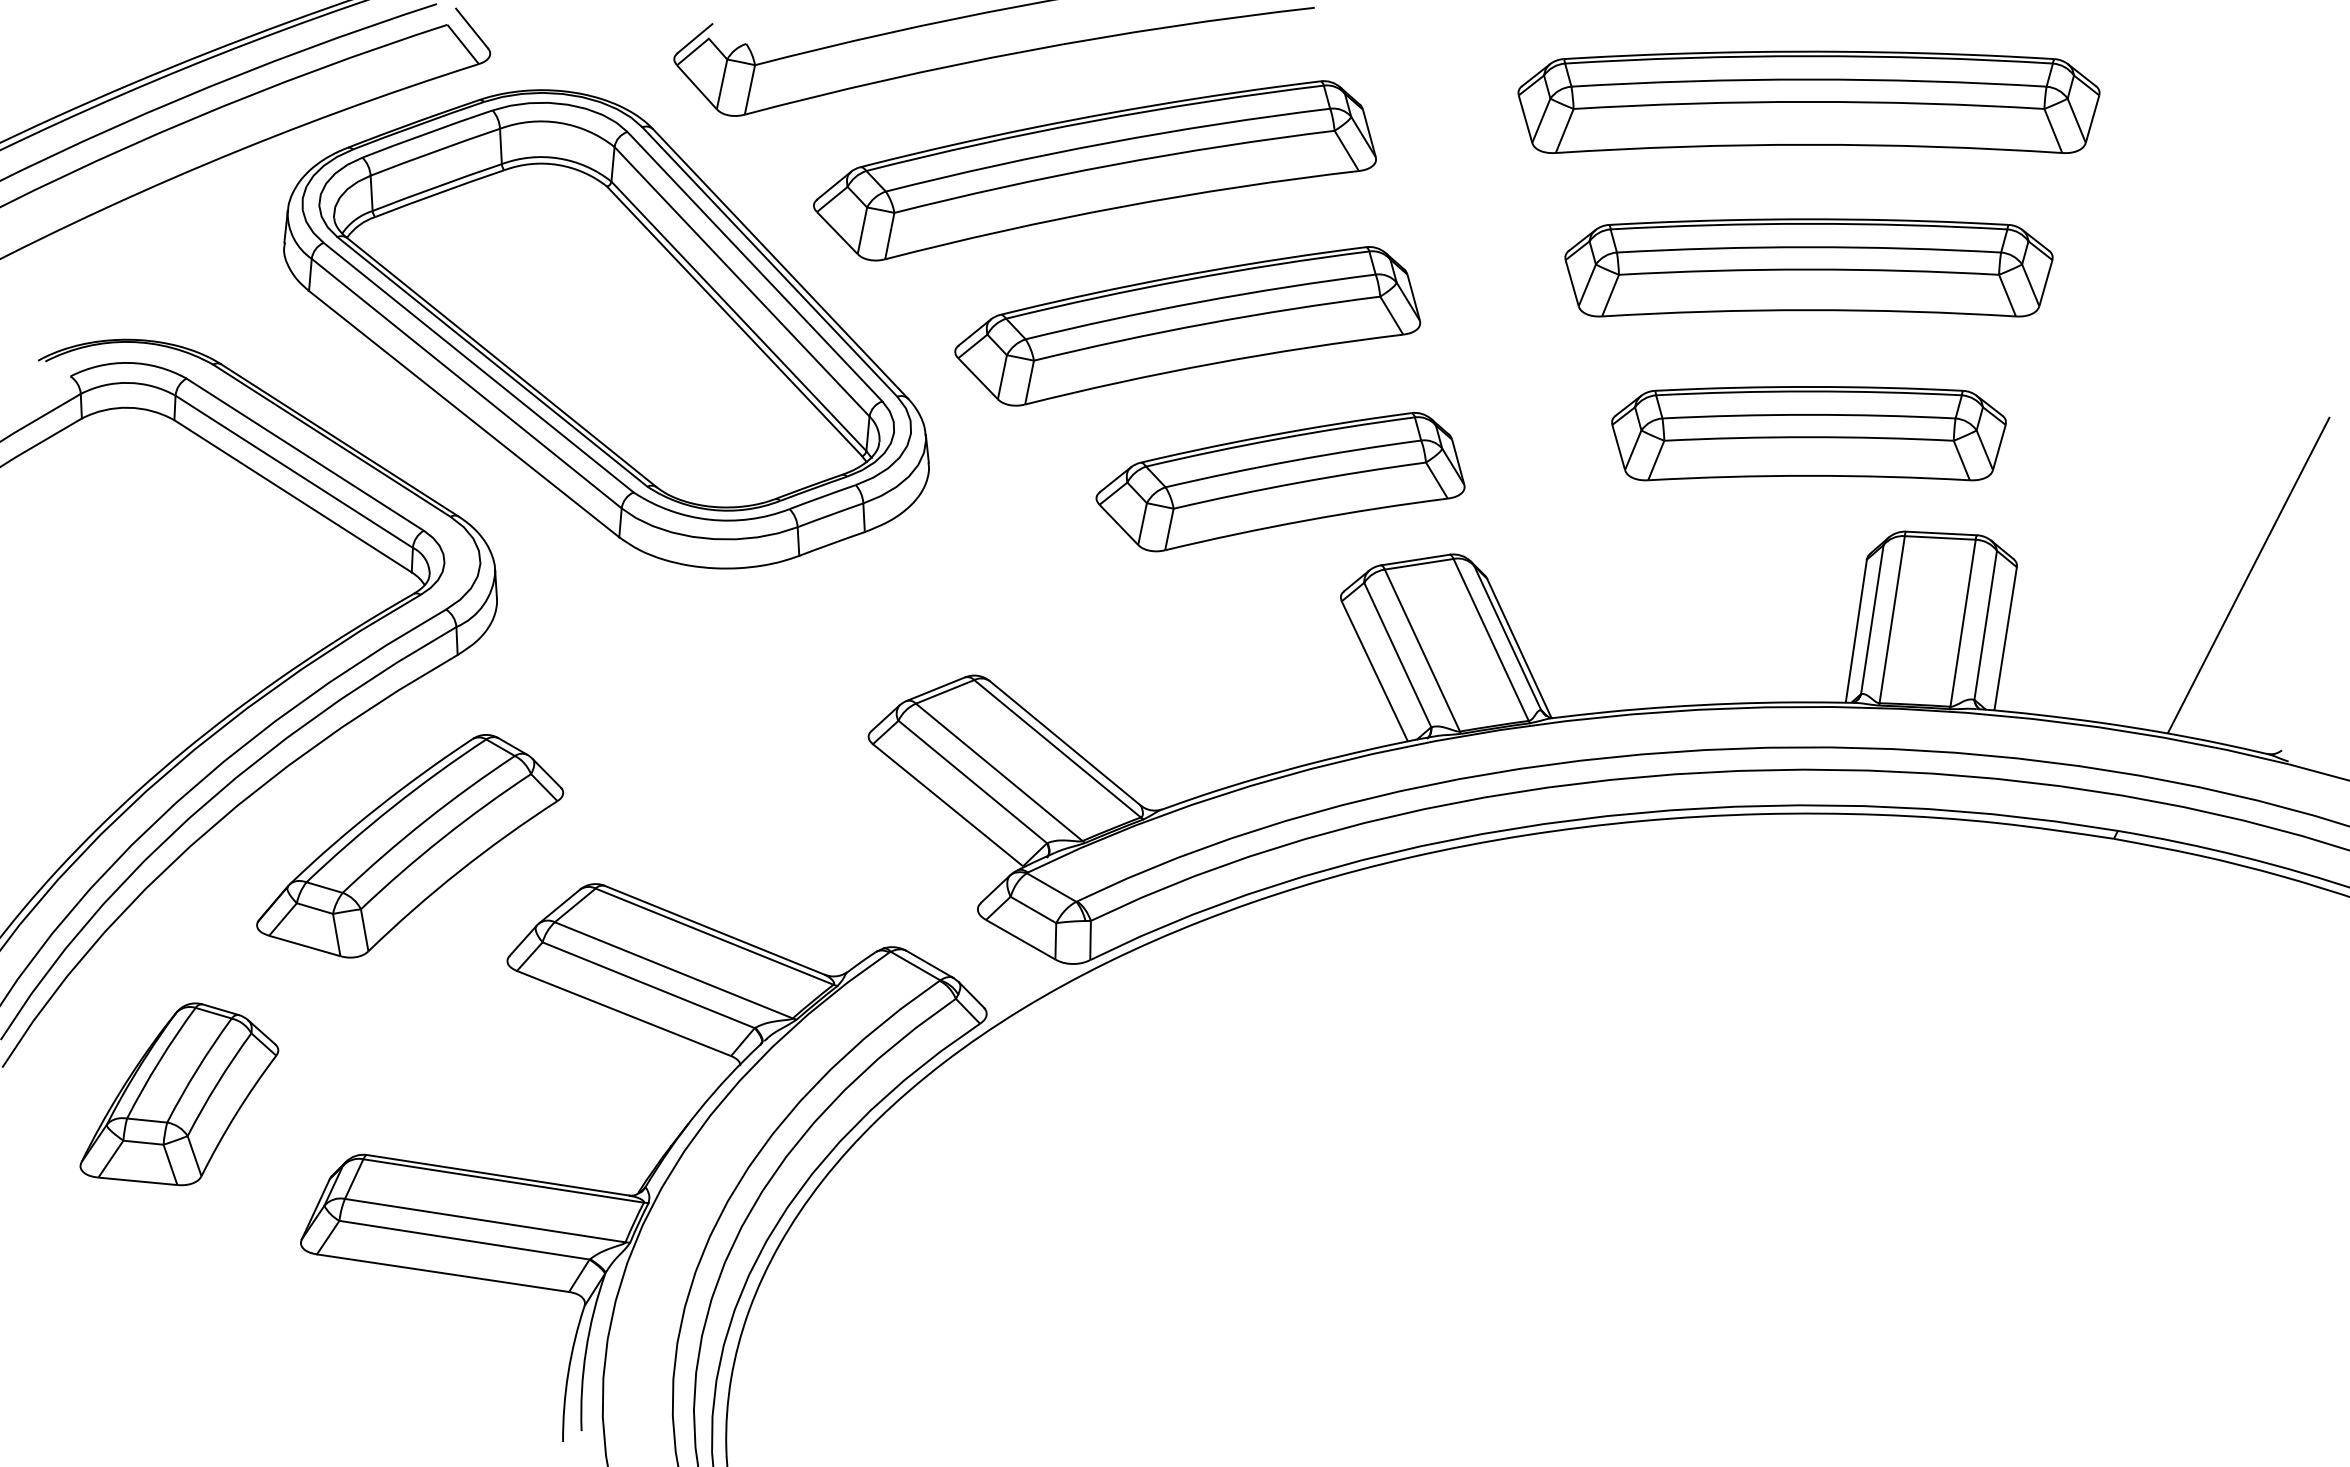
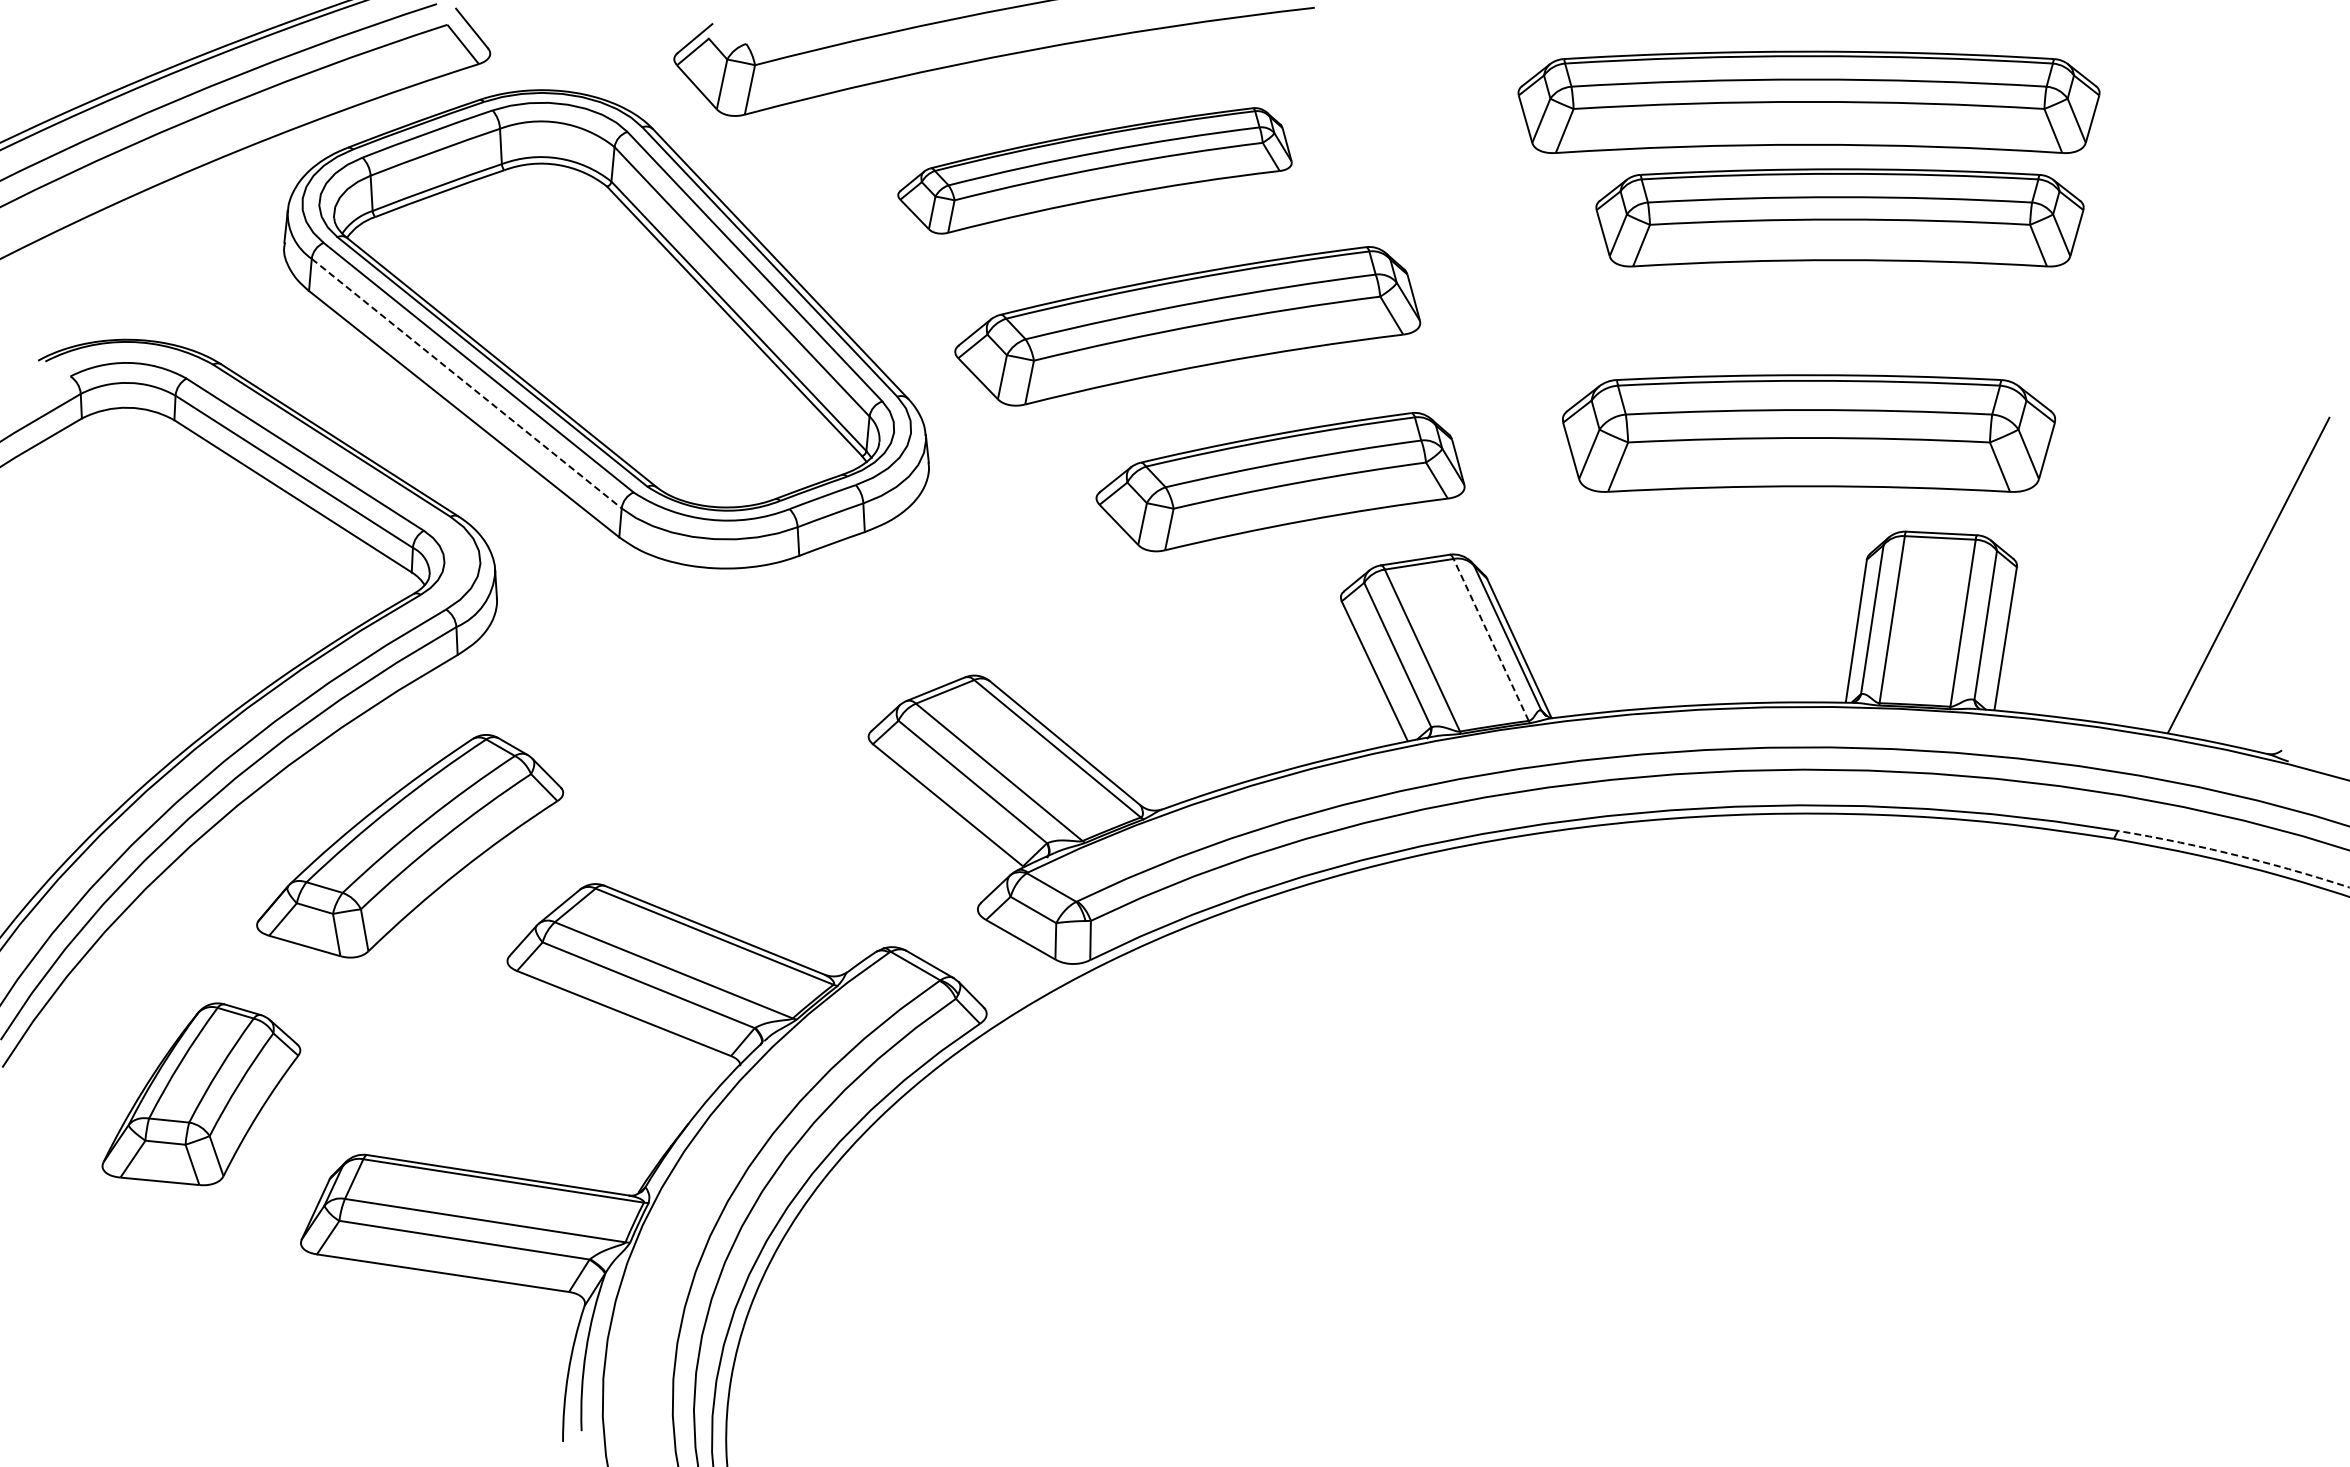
part at (1094, 170) size: 564x182 px -> 396x128 px
part at (1808, 267) position: (1808, 267) -> (1839, 217)
line at (466, 383): solid -> dashed
part at (1808, 433) size: 396x96 px -> 494x119 px
line at (1490, 639): solid -> dashed
arc at (2234, 854): solid -> dashed
part at (179, 1094) position: (179, 1094) -> (201, 1094)
